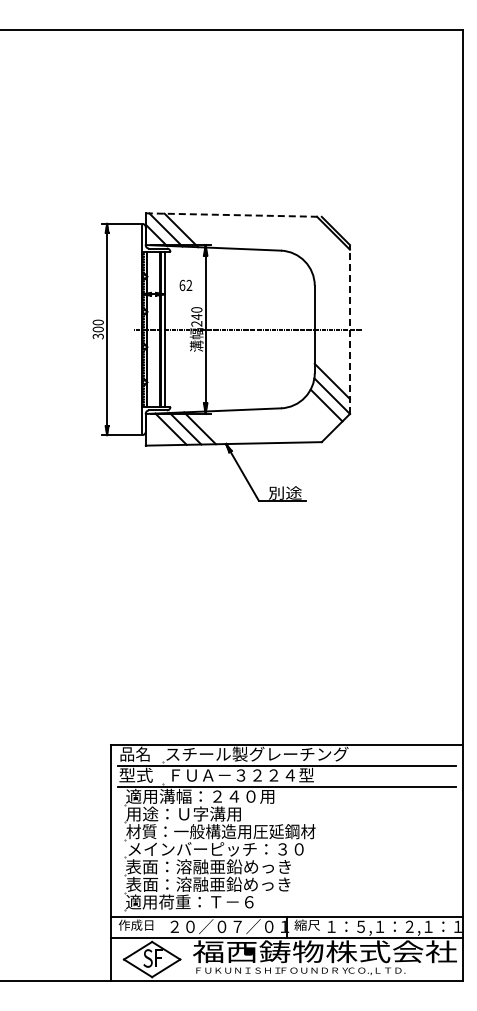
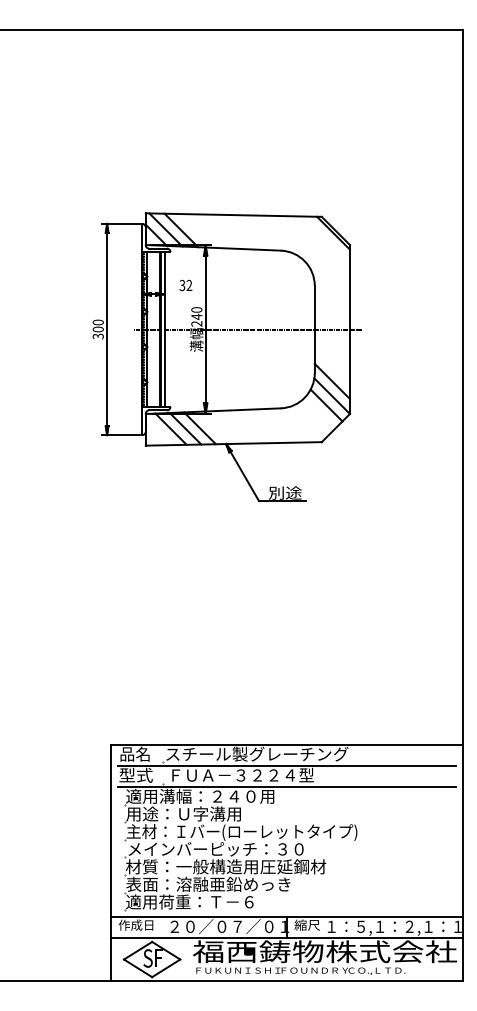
line at (234, 215): dashed -> solid
text at (182, 285): 62 -> 32
line at (349, 329): dashed -> solid
text at (241, 832): 材質：一般構造用圧延鋼材 -> 主材：Ｉバー(ローレットタイプ)
text at (225, 866): 表面：溶融亜鉛めっき -> 材質：一般構造用圧延鋼材
